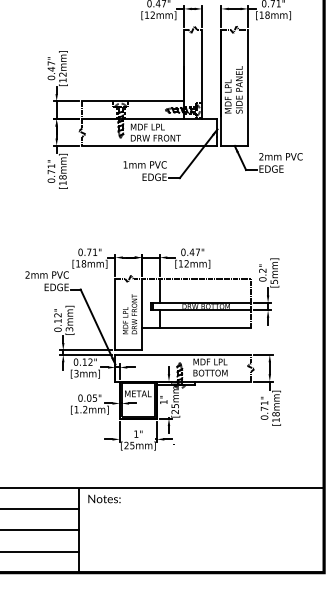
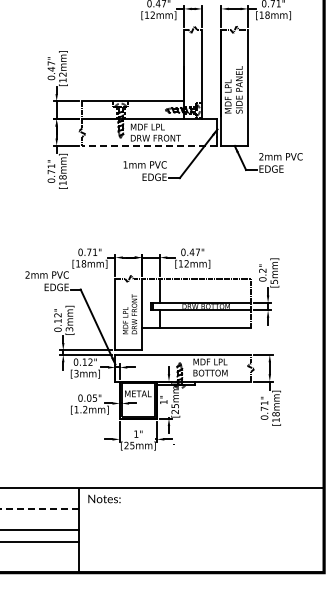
line at (149, 145): solid -> dashed
line at (39, 509): solid -> dashed
line at (40, 551) position: (40, 551) -> (40, 541)
